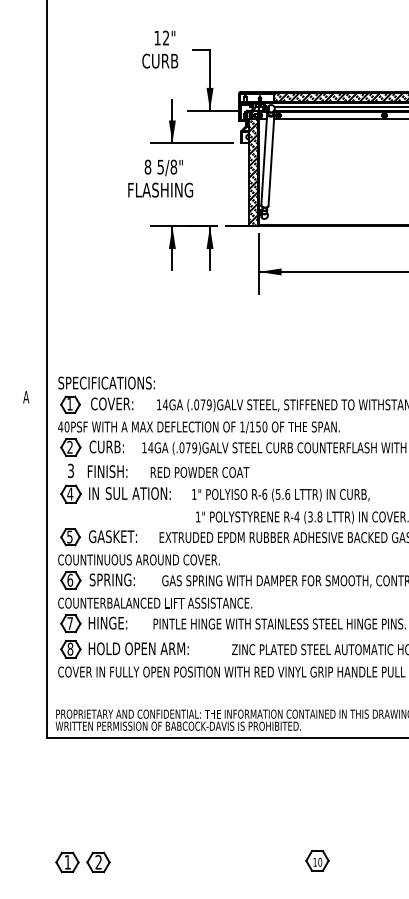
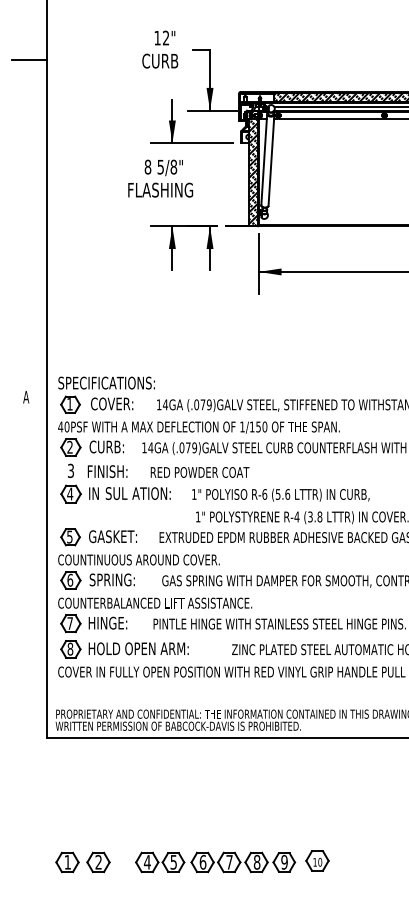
line at (29, 60): none -> present
part at (215, 862): none -> present
